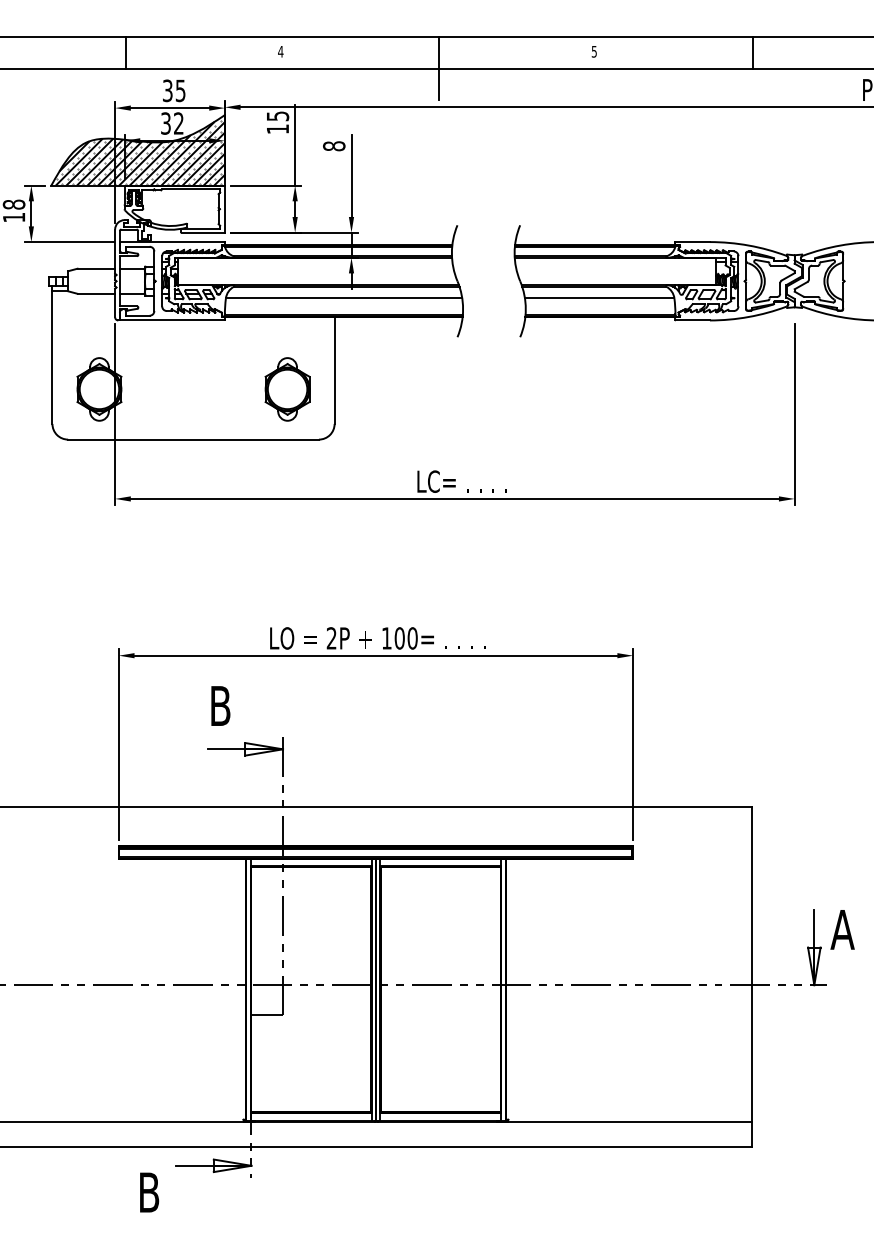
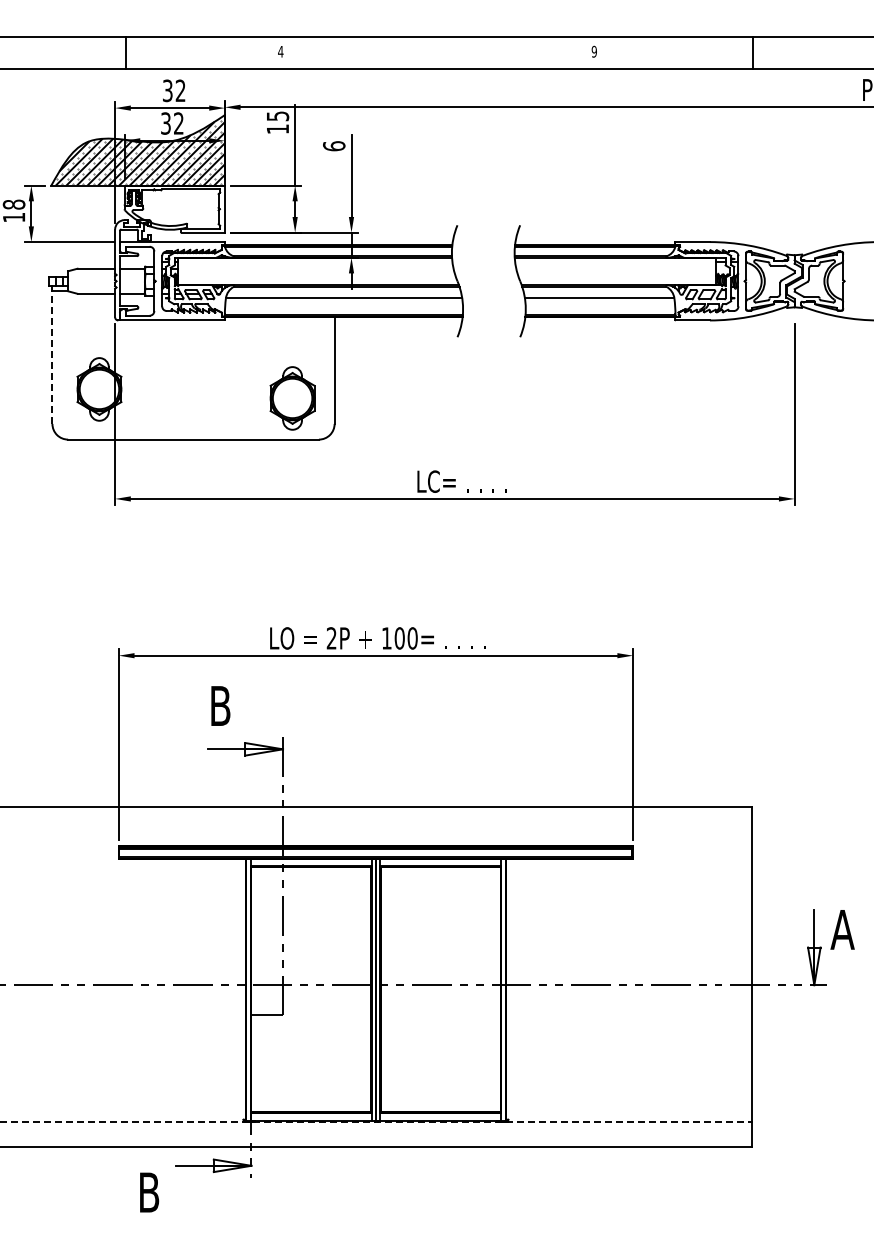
text at (593, 51): 5 -> 9
line at (439, 68): present -> none
text at (180, 90): 35 -> 32
text at (334, 146): 8 -> 6
line at (52, 357): solid -> dashed
part at (287, 389) position: (287, 389) -> (292, 398)
line at (376, 1122): solid -> dashed
